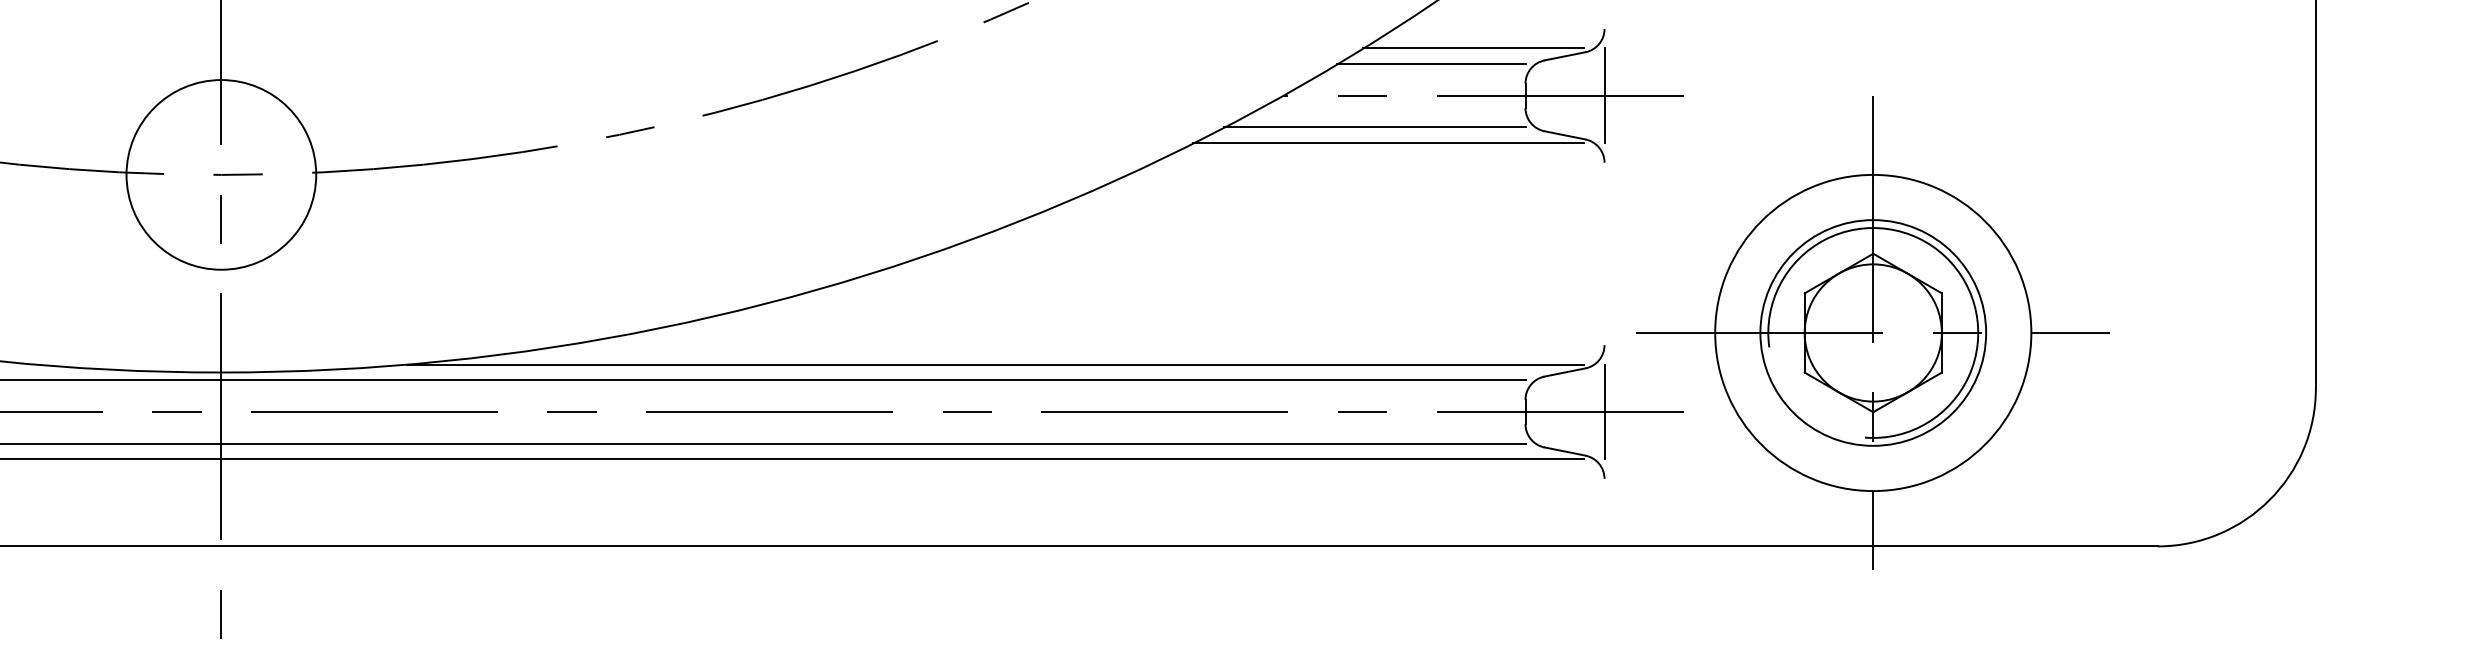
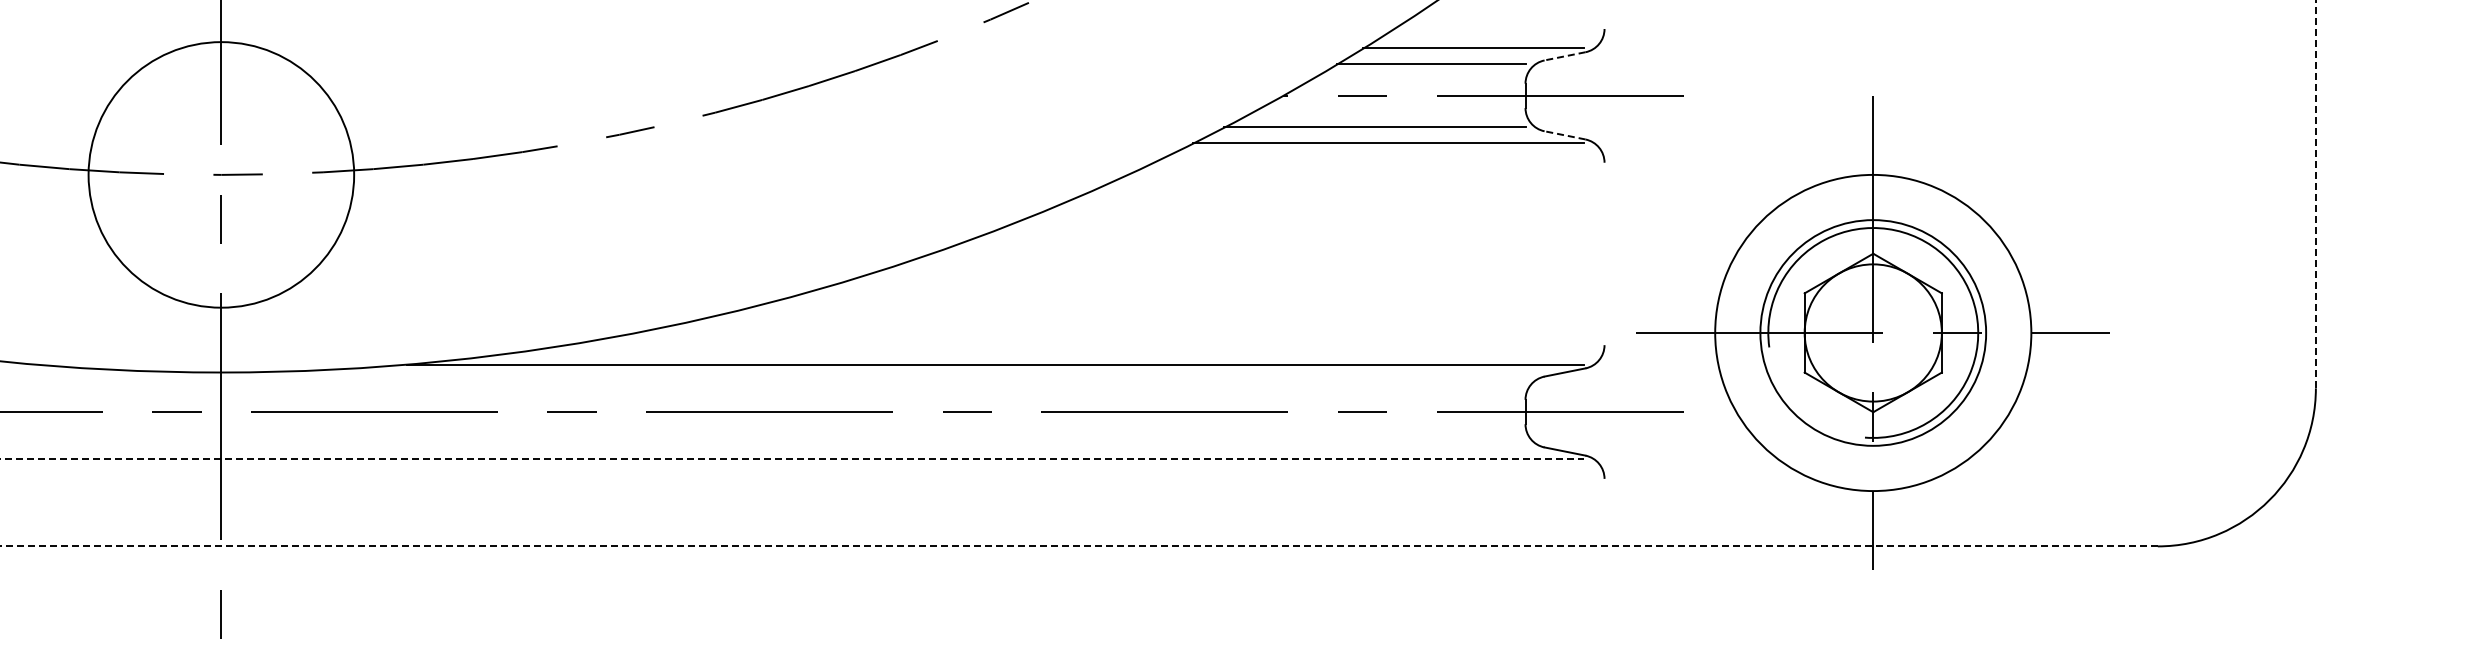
line at (1565, 56): solid -> dashed
line at (1604, 95): present -> none
line at (1565, 135): solid -> dashed
circle at (221, 174) diameter: 190 px -> 266 px
line at (2315, 194): solid -> dashed
line at (763, 380): present -> none
line at (1604, 411): present -> none
line at (763, 443): present -> none
line at (792, 459): solid -> dashed
line at (1078, 546): solid -> dashed
